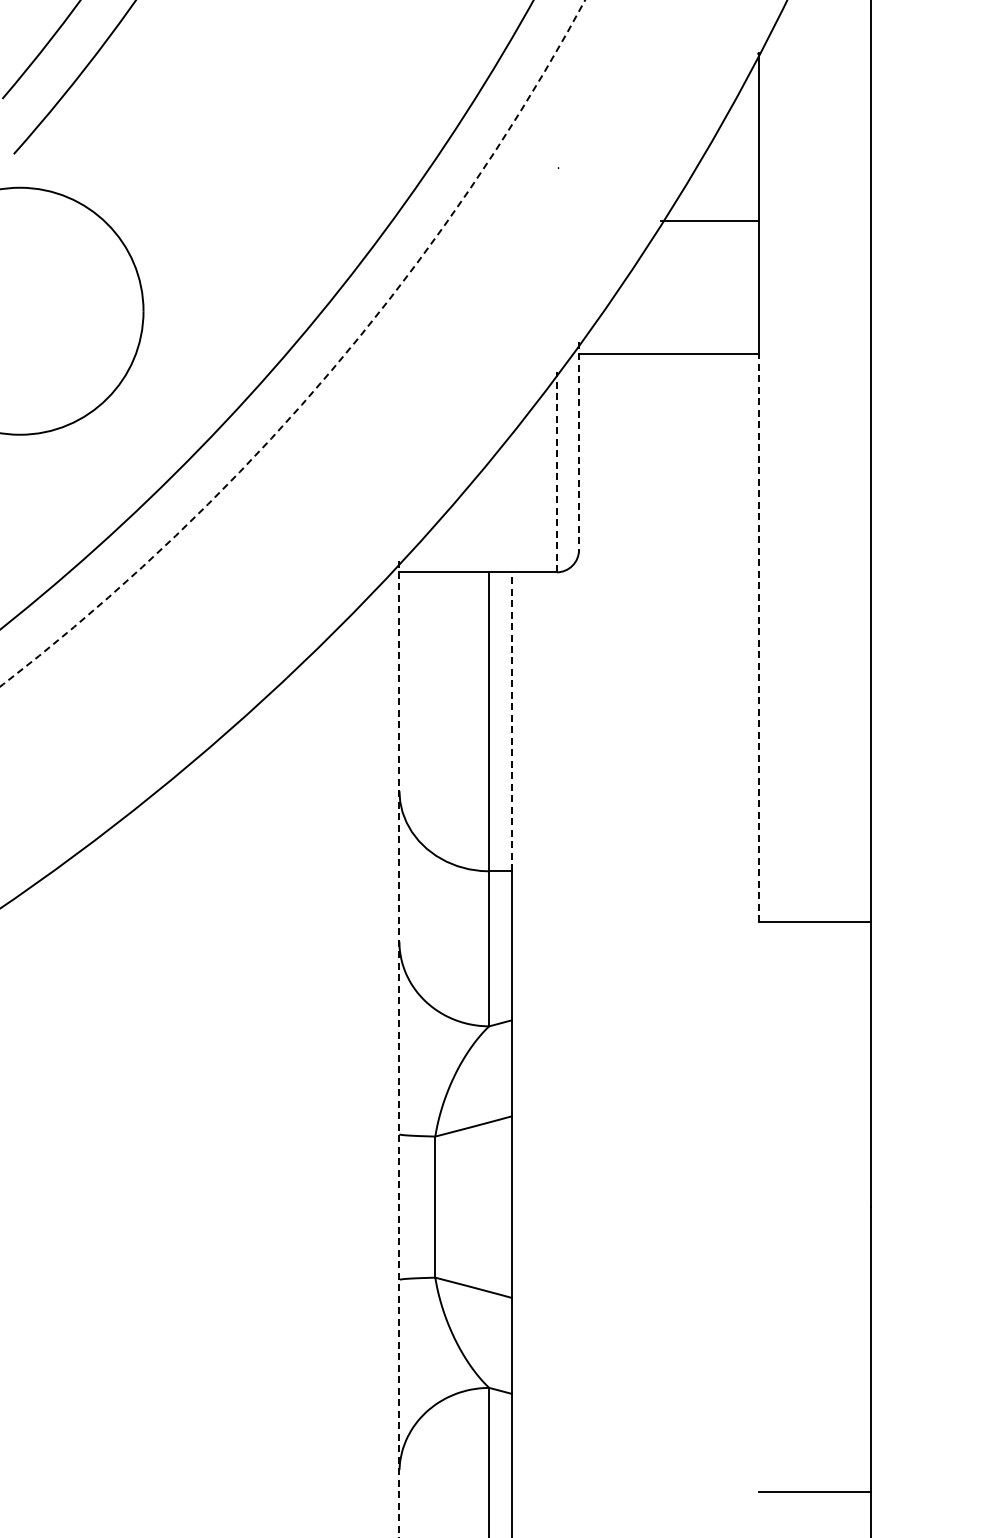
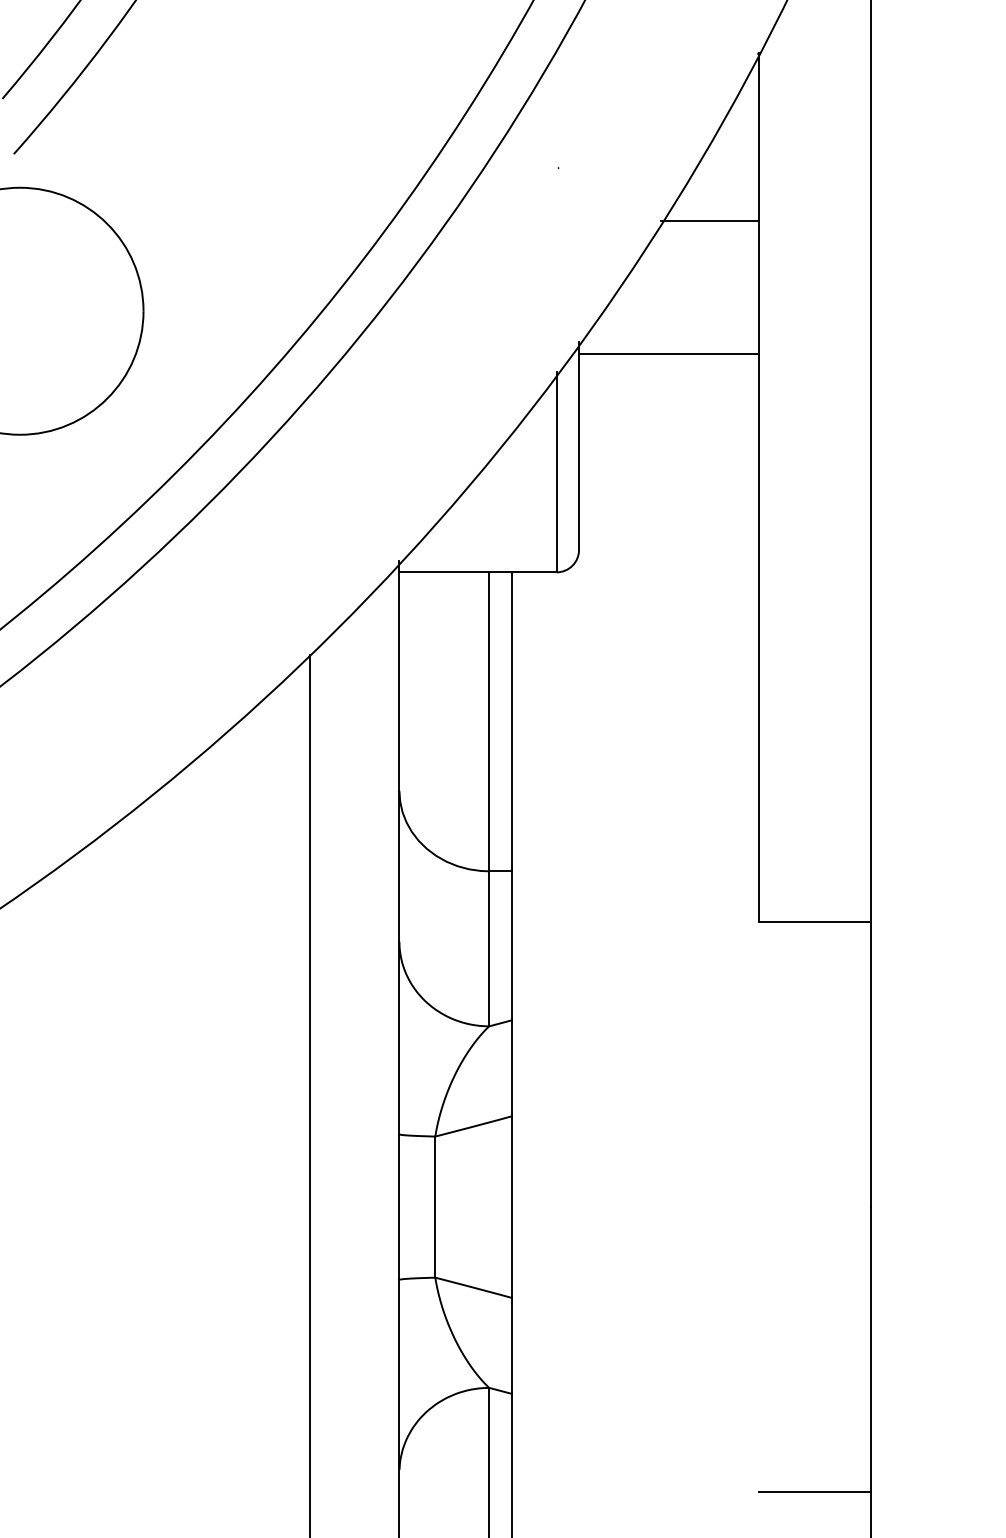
arc at (328, 374): dashed -> solid
line at (579, 446): dashed -> solid
line at (556, 471): dashed -> solid
line at (758, 637): dashed -> solid
line at (511, 721): dashed -> solid
line at (399, 1049): dashed -> solid
line at (309, 1094): none -> present
